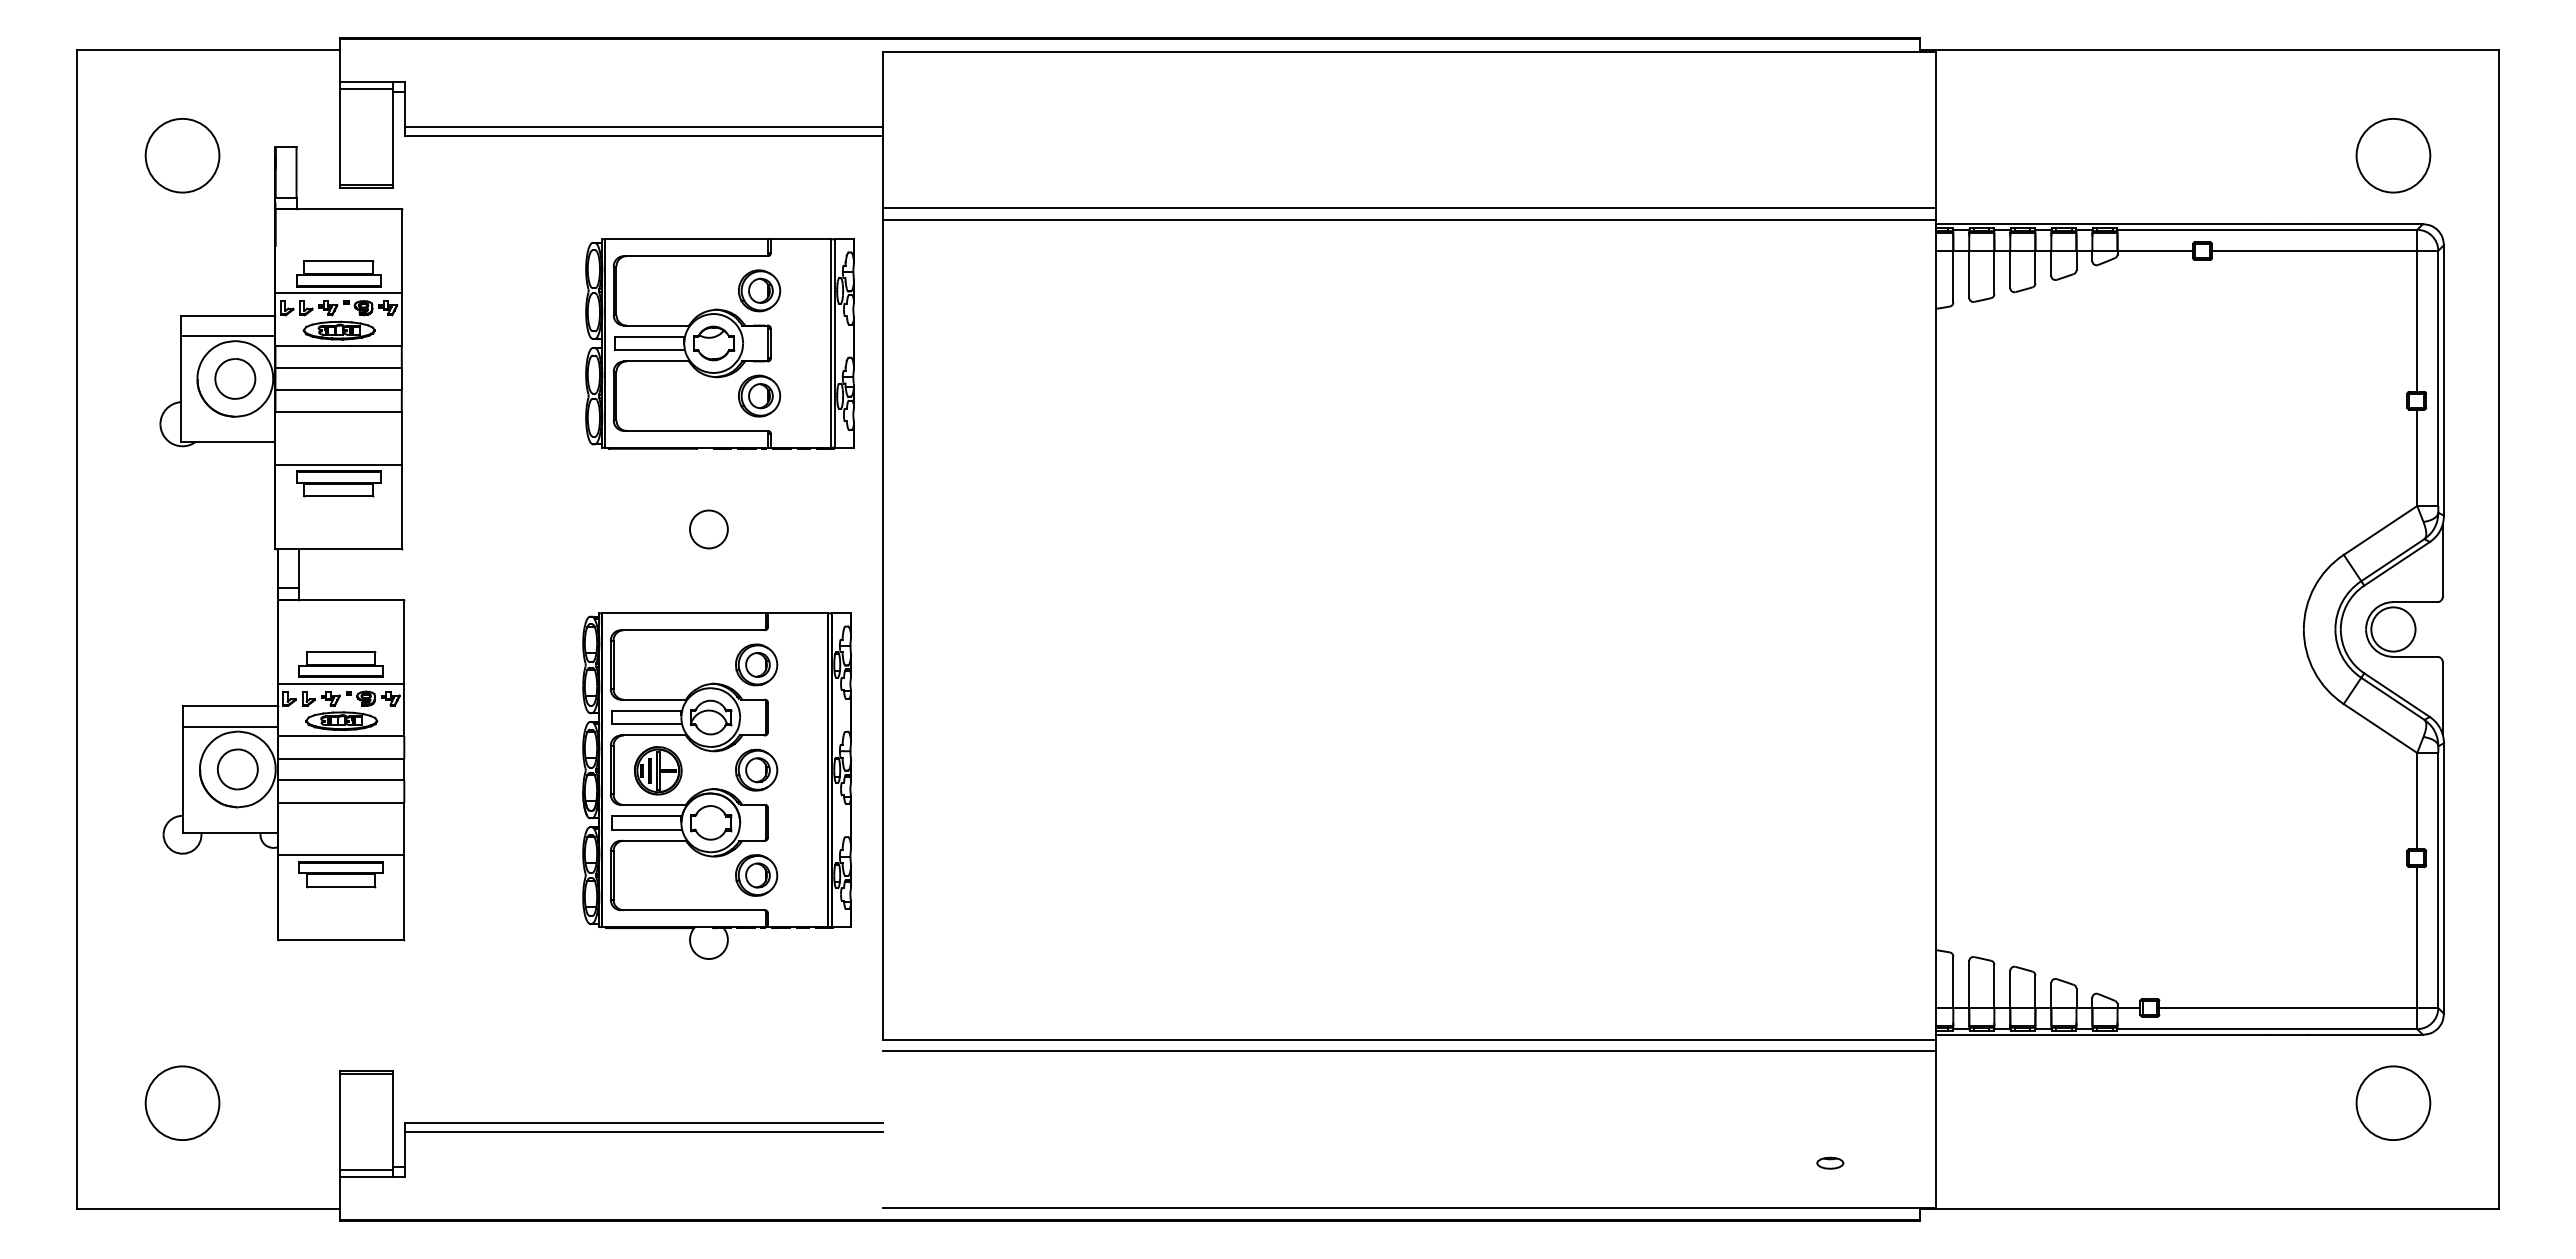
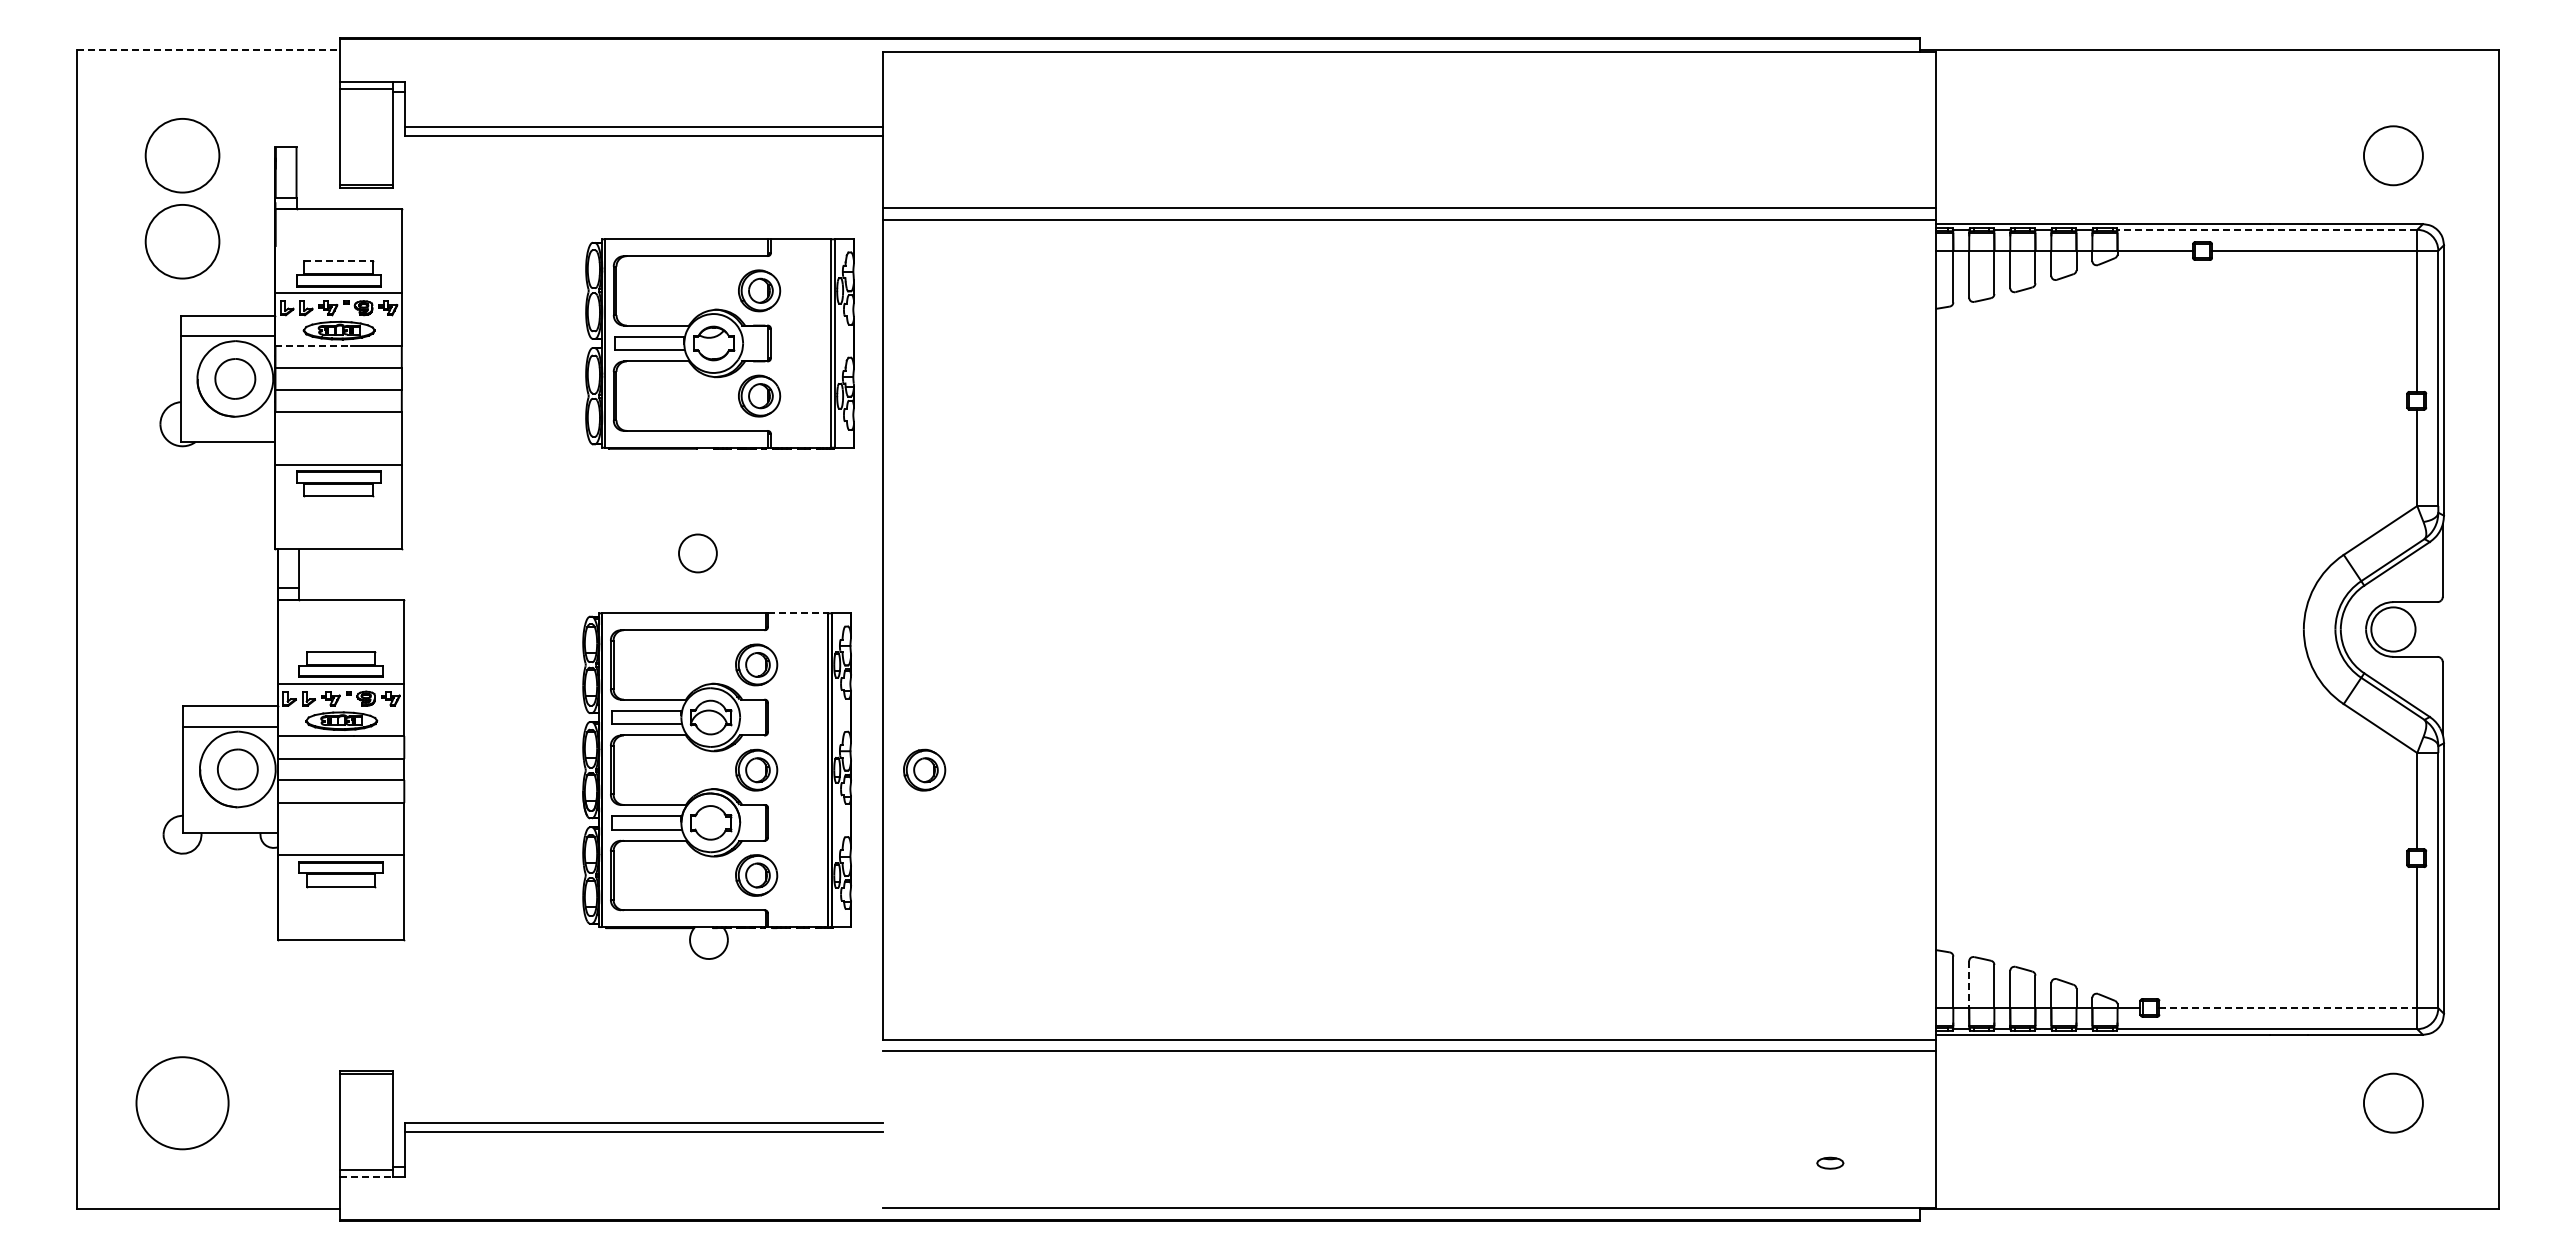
line at (208, 50): solid -> dashed
circle at (2393, 155) size: 77x76 px -> 61x62 px
line at (2267, 229): solid -> dashed
circle at (182, 241): none -> present
line at (339, 261): solid -> dashed
line at (313, 345): solid -> dashed
circle at (708, 529) position: (708, 529) -> (697, 553)
line at (798, 613): solid -> dashed
part at (924, 769): none -> present
part at (658, 770): present -> none
line at (1969, 985): solid -> dashed
line at (2288, 1008): solid -> dashed
circle at (2393, 1102) size: 77x76 px -> 61x62 px
circle at (182, 1103) diameter: 74 px -> 92 px
line at (367, 1176): solid -> dashed
